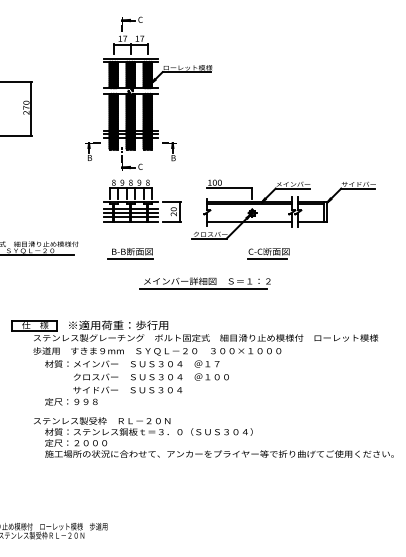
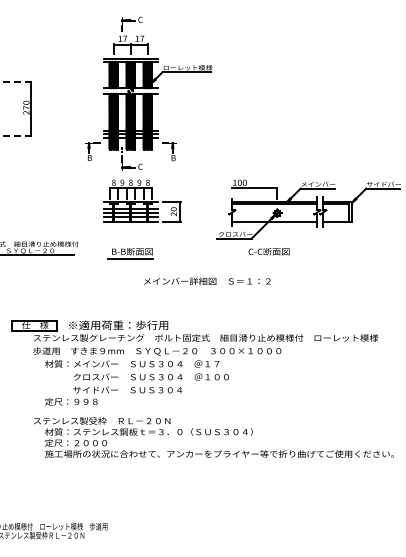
line at (16, 81): solid -> dashed
line at (16, 135): solid -> dashed
part at (283, 209) position: (283, 209) -> (308, 209)
line at (267, 258): present -> none
line at (203, 288): present -> none
